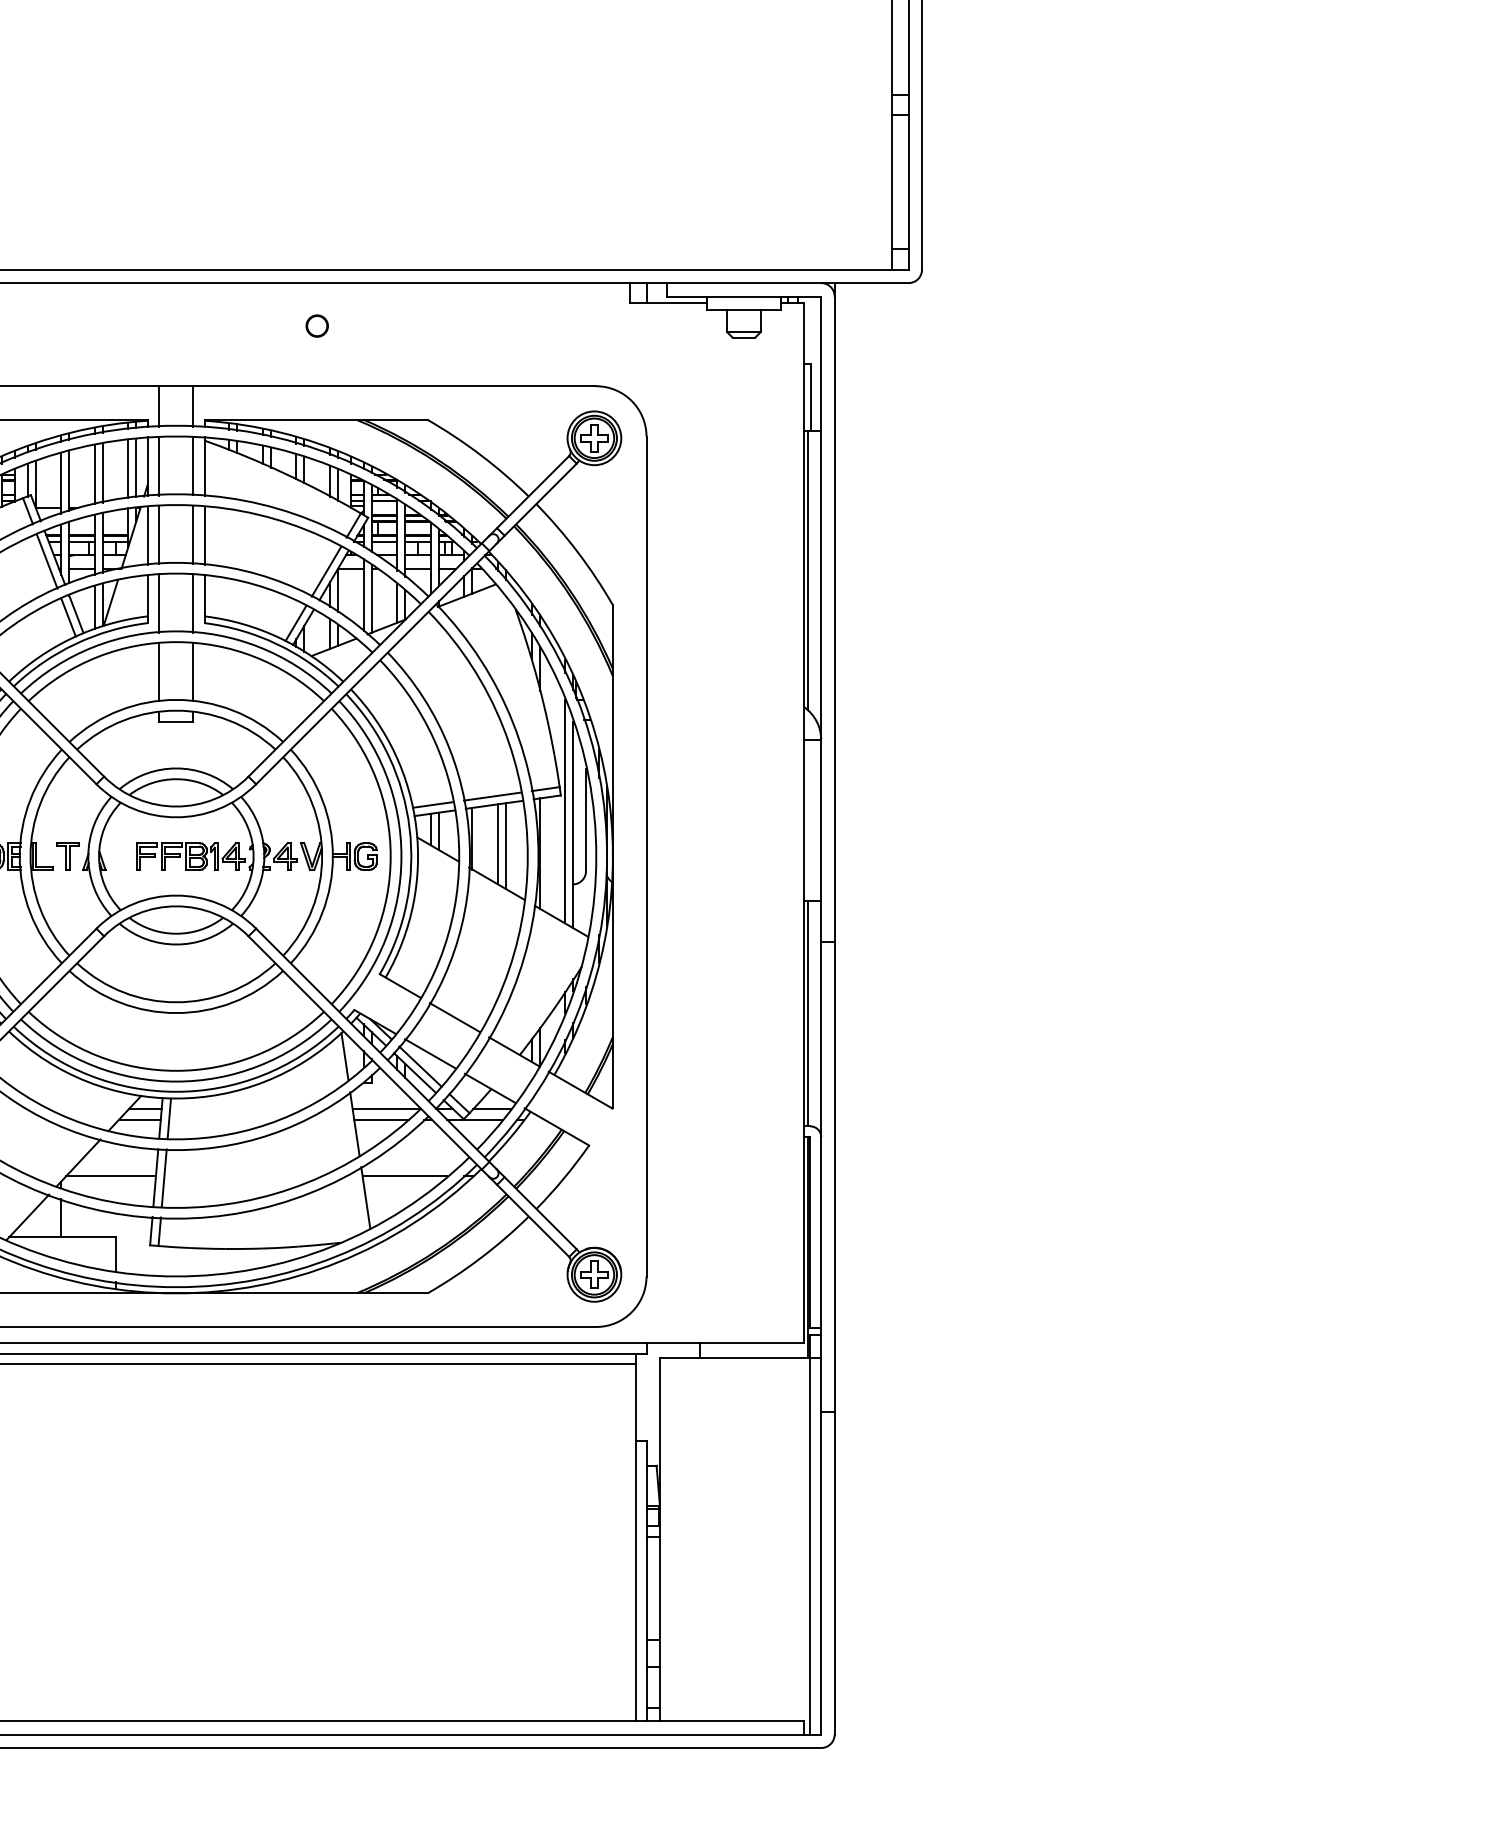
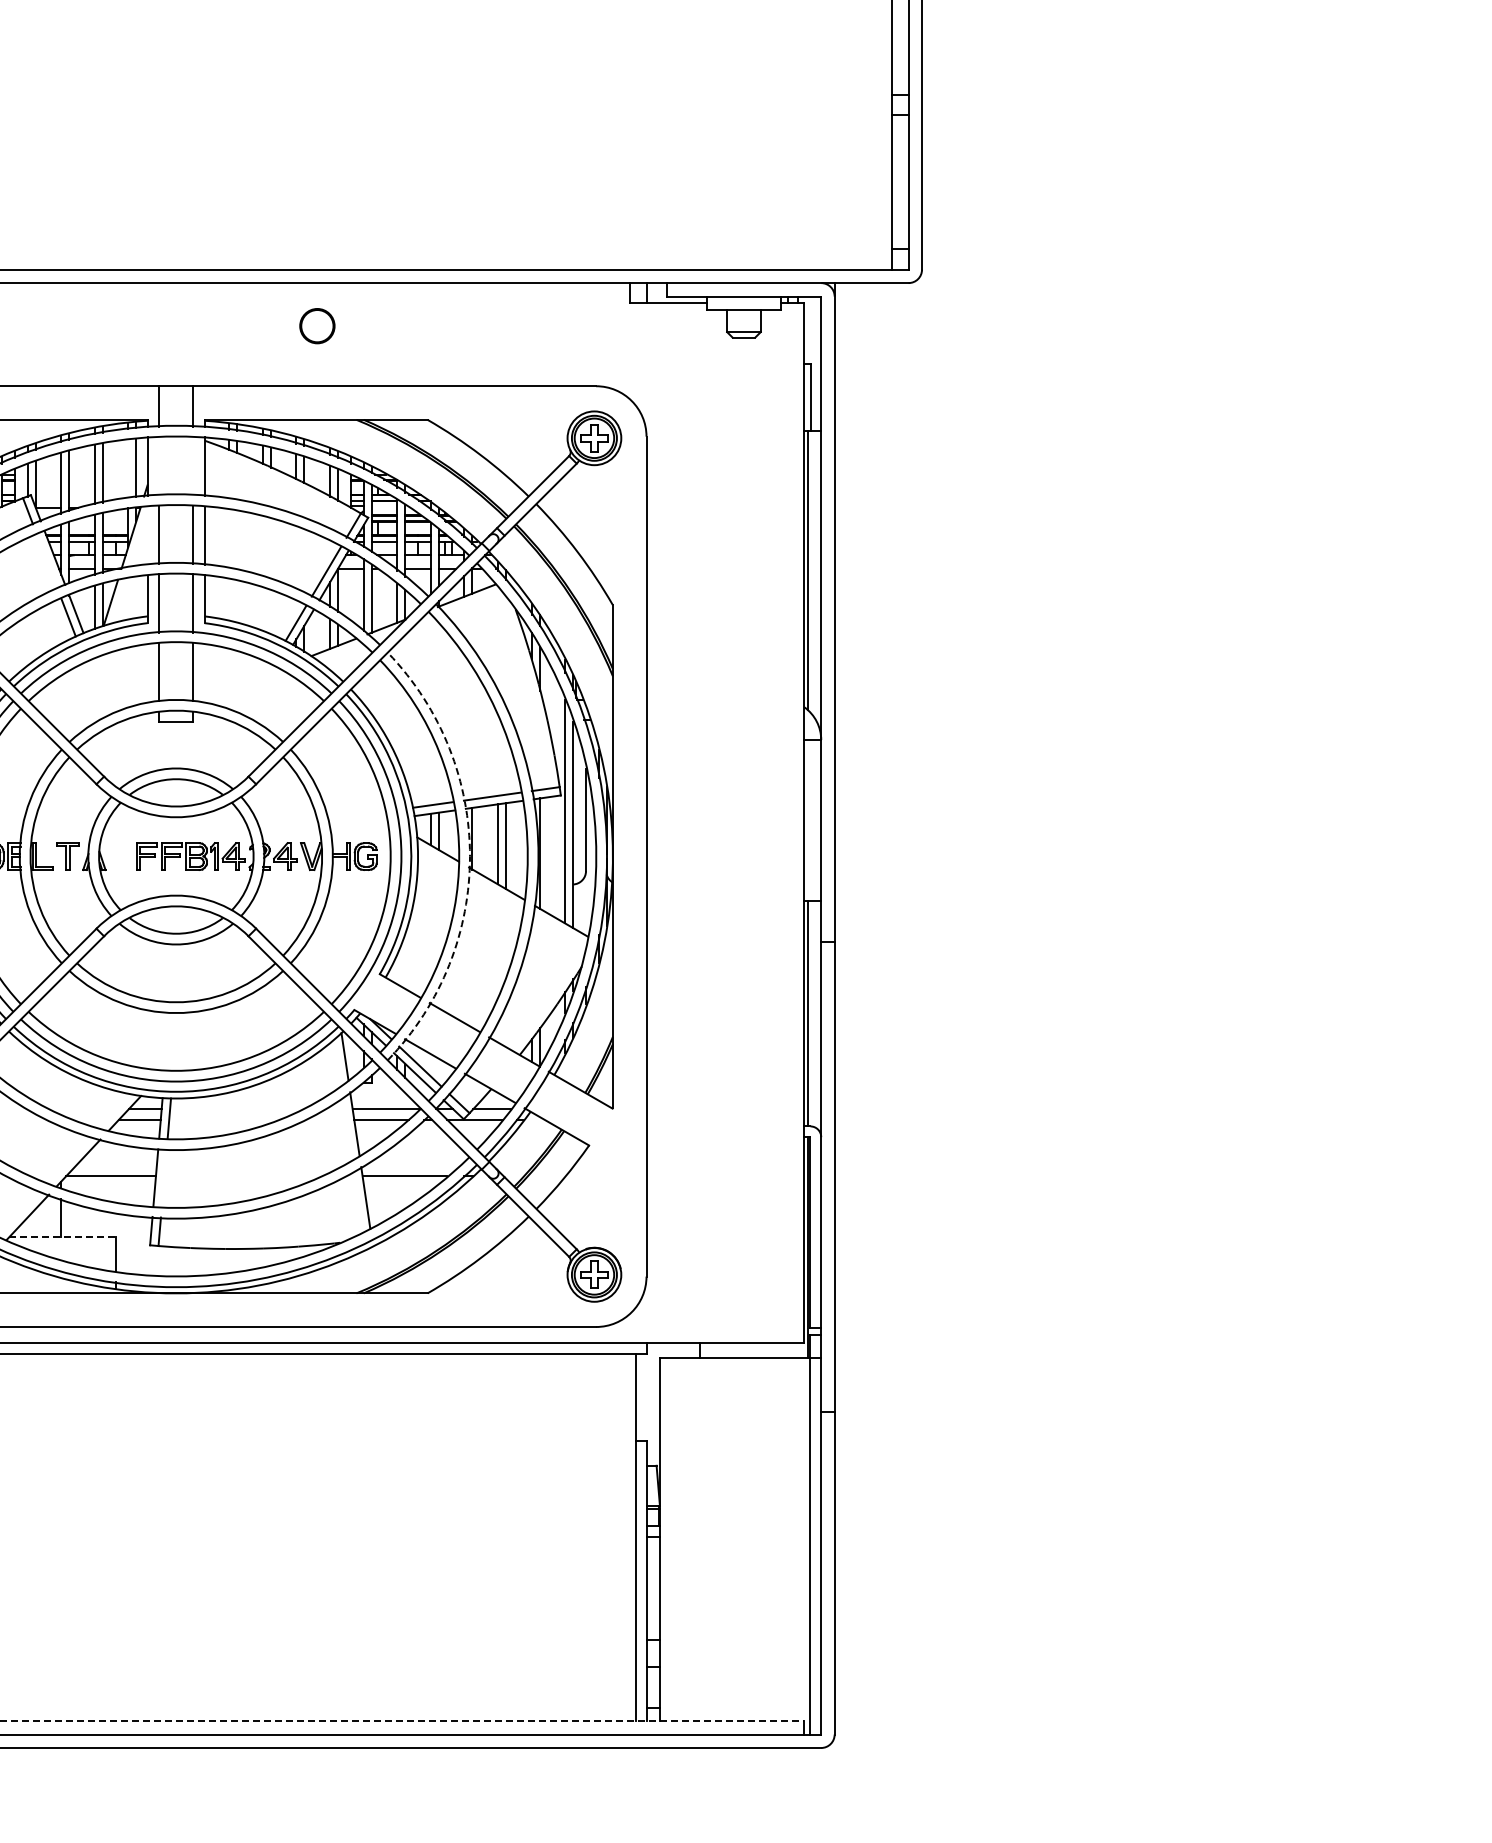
circle at (316, 325) size: 24x24 px -> 37x37 px
line at (159, 466): present -> none
line at (192, 466): present -> none
line at (128, 468): present -> none
line at (147, 535): present -> none
line at (46, 561): present -> none
arc at (469, 856): solid -> dashed
line at (163, 1177): present -> none
line at (62, 1237): solid -> dashed
line at (318, 1364): present -> none
line at (402, 1721): solid -> dashed
